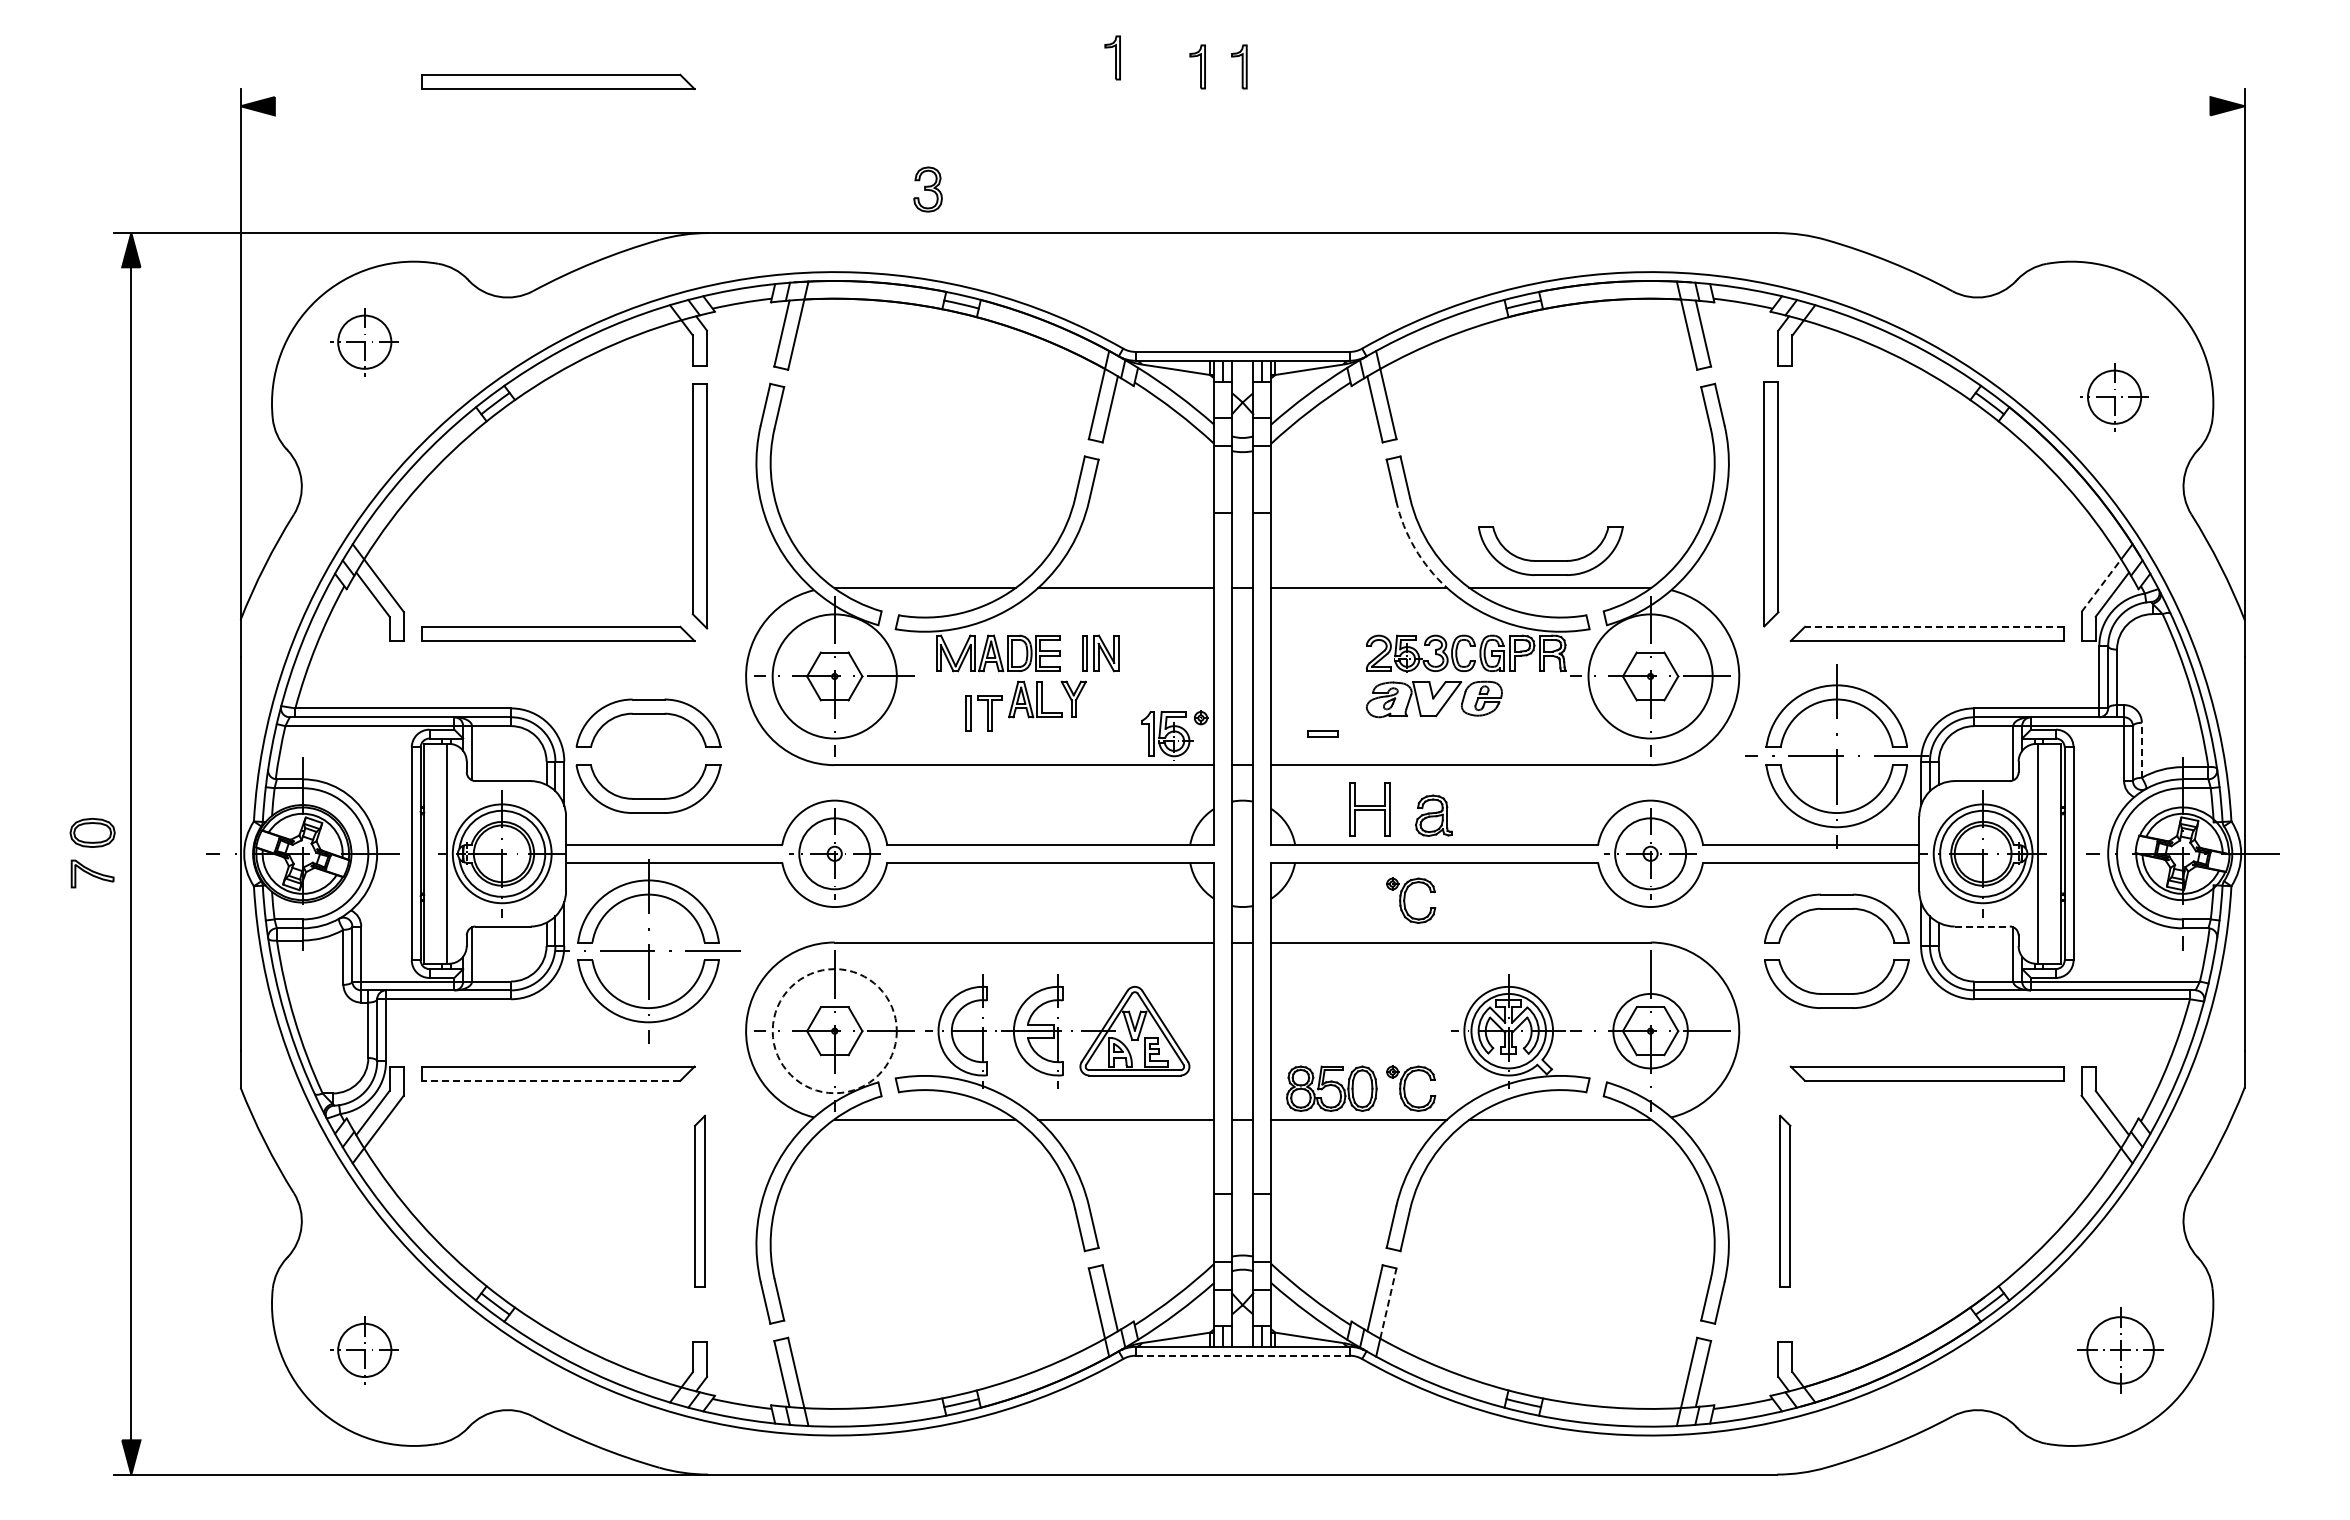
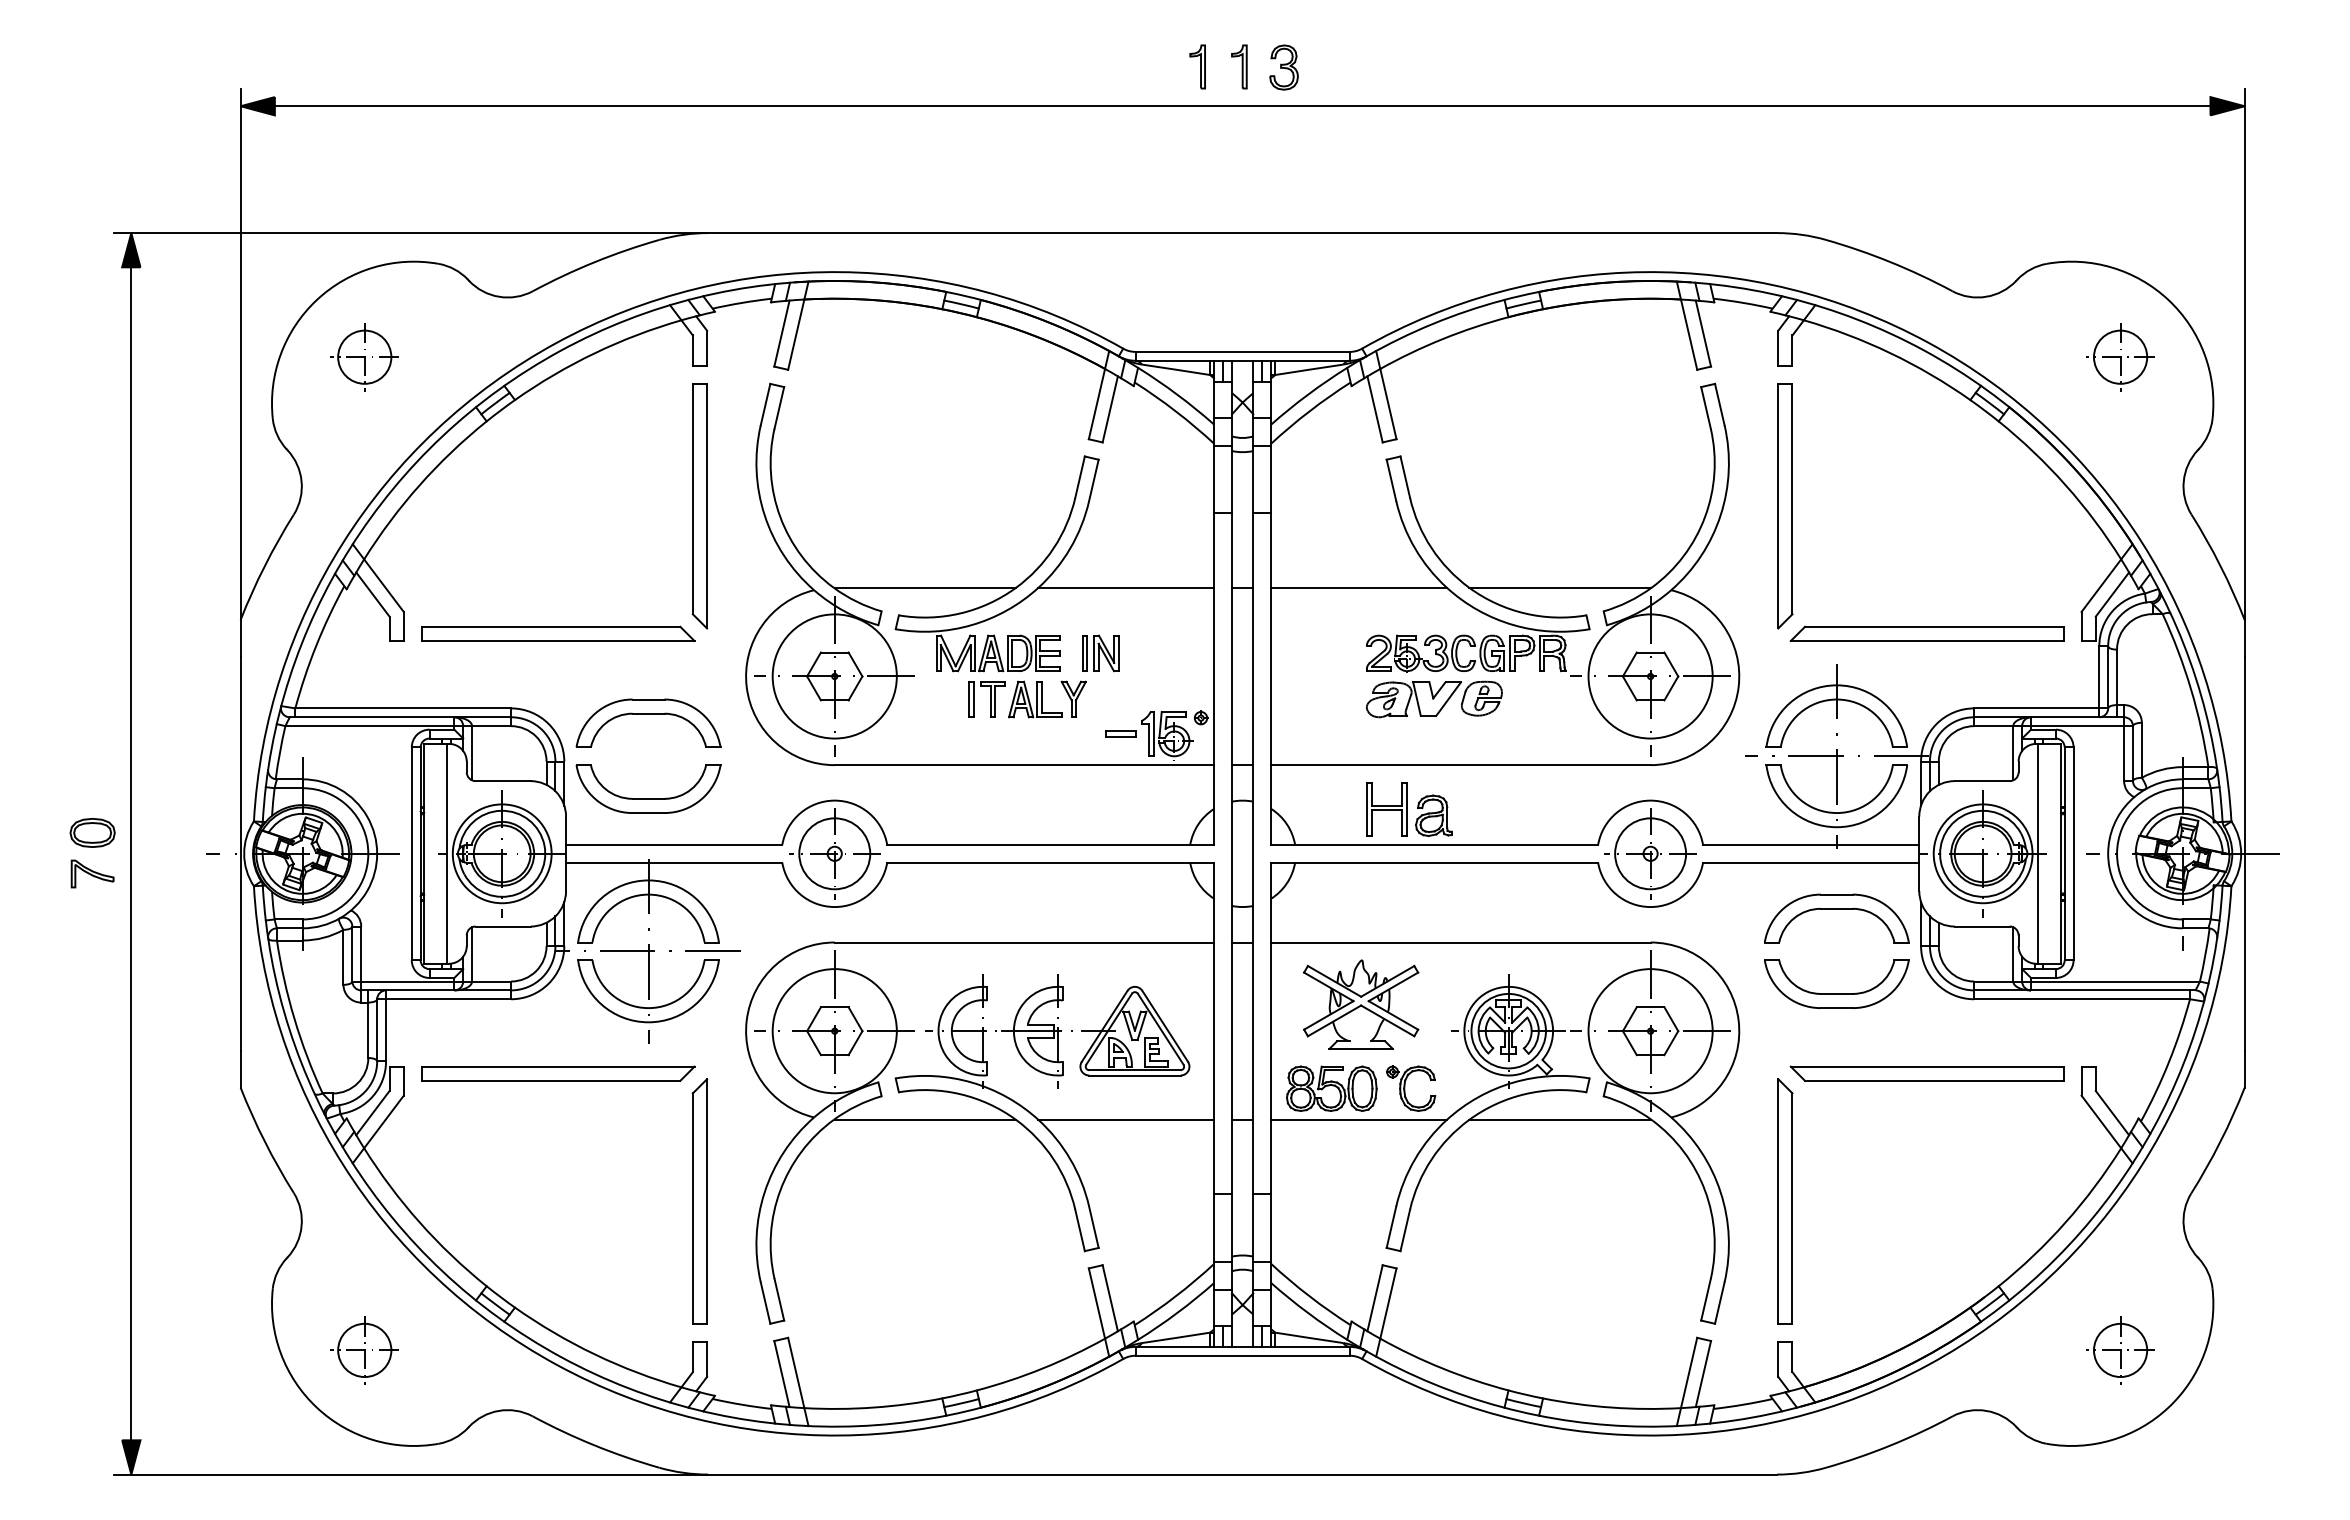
part at (1112, 57): present -> none
part at (558, 81): present -> none
line at (1242, 106): none -> present
part at (927, 189) position: (927, 189) -> (1283, 67)
part at (364, 342) position: (364, 342) -> (364, 357)
part at (2114, 397) position: (2114, 397) -> (2120, 357)
part at (1771, 504) position: (1771, 504) -> (1785, 506)
arc at (1415, 548): dashed -> solid
part at (1550, 560): present -> none
line at (2101, 585): dashed -> solid
line at (1933, 626): dashed -> solid
part at (983, 713) position: (983, 713) -> (986, 699)
part at (1322, 733) position: (1322, 733) -> (1120, 733)
line at (2141, 750): dashed -> solid
part at (1369, 809) position: (1369, 809) -> (1386, 809)
part at (1411, 900): present -> none
line at (1982, 926): dashed -> solid
part at (1361, 1004): none -> present
circle at (1650, 1030) diameter: 74 px -> 124 px
circle at (834, 1031): dashed -> solid
line at (550, 1080): dashed -> solid
part at (699, 1200) size: 12x174 px -> 18x247 px
part at (1785, 1200) size: 13x174 px -> 17x247 px
line at (1388, 1303): dashed -> solid
part at (2120, 1350) size: 87x87 px -> 69x69 px
line at (1243, 1355): dashed -> solid
